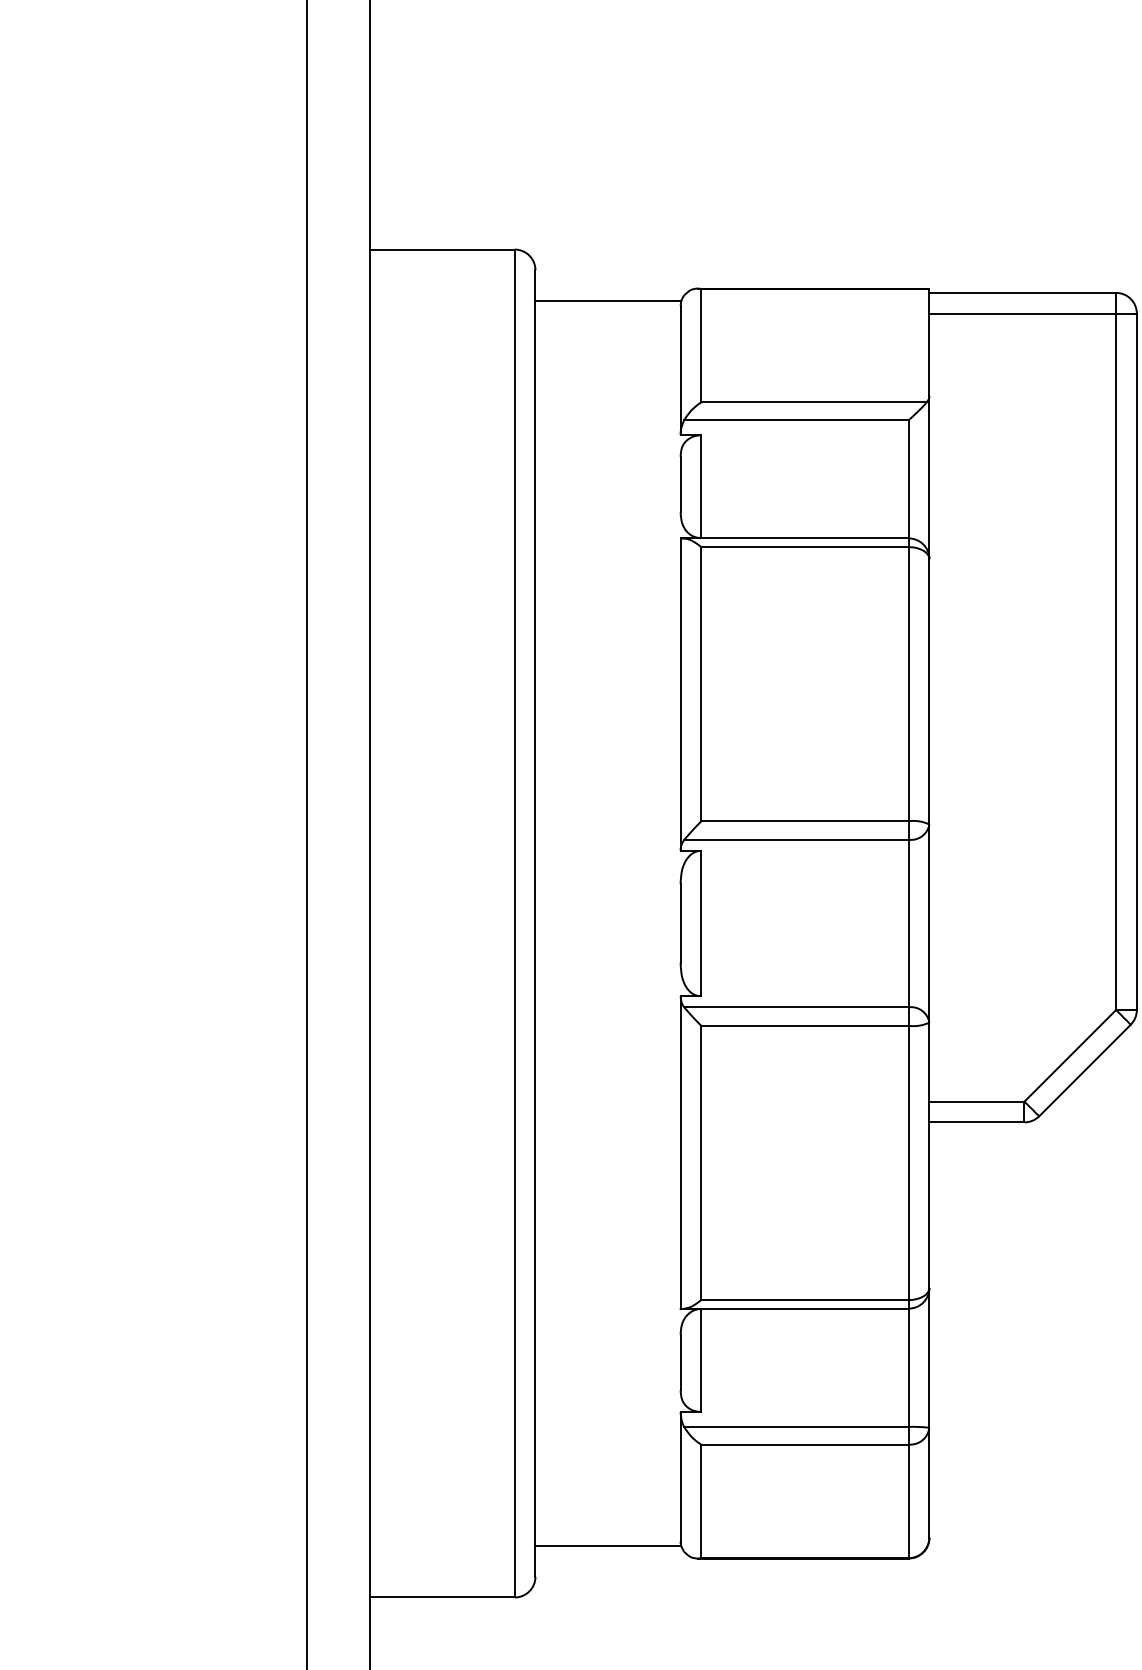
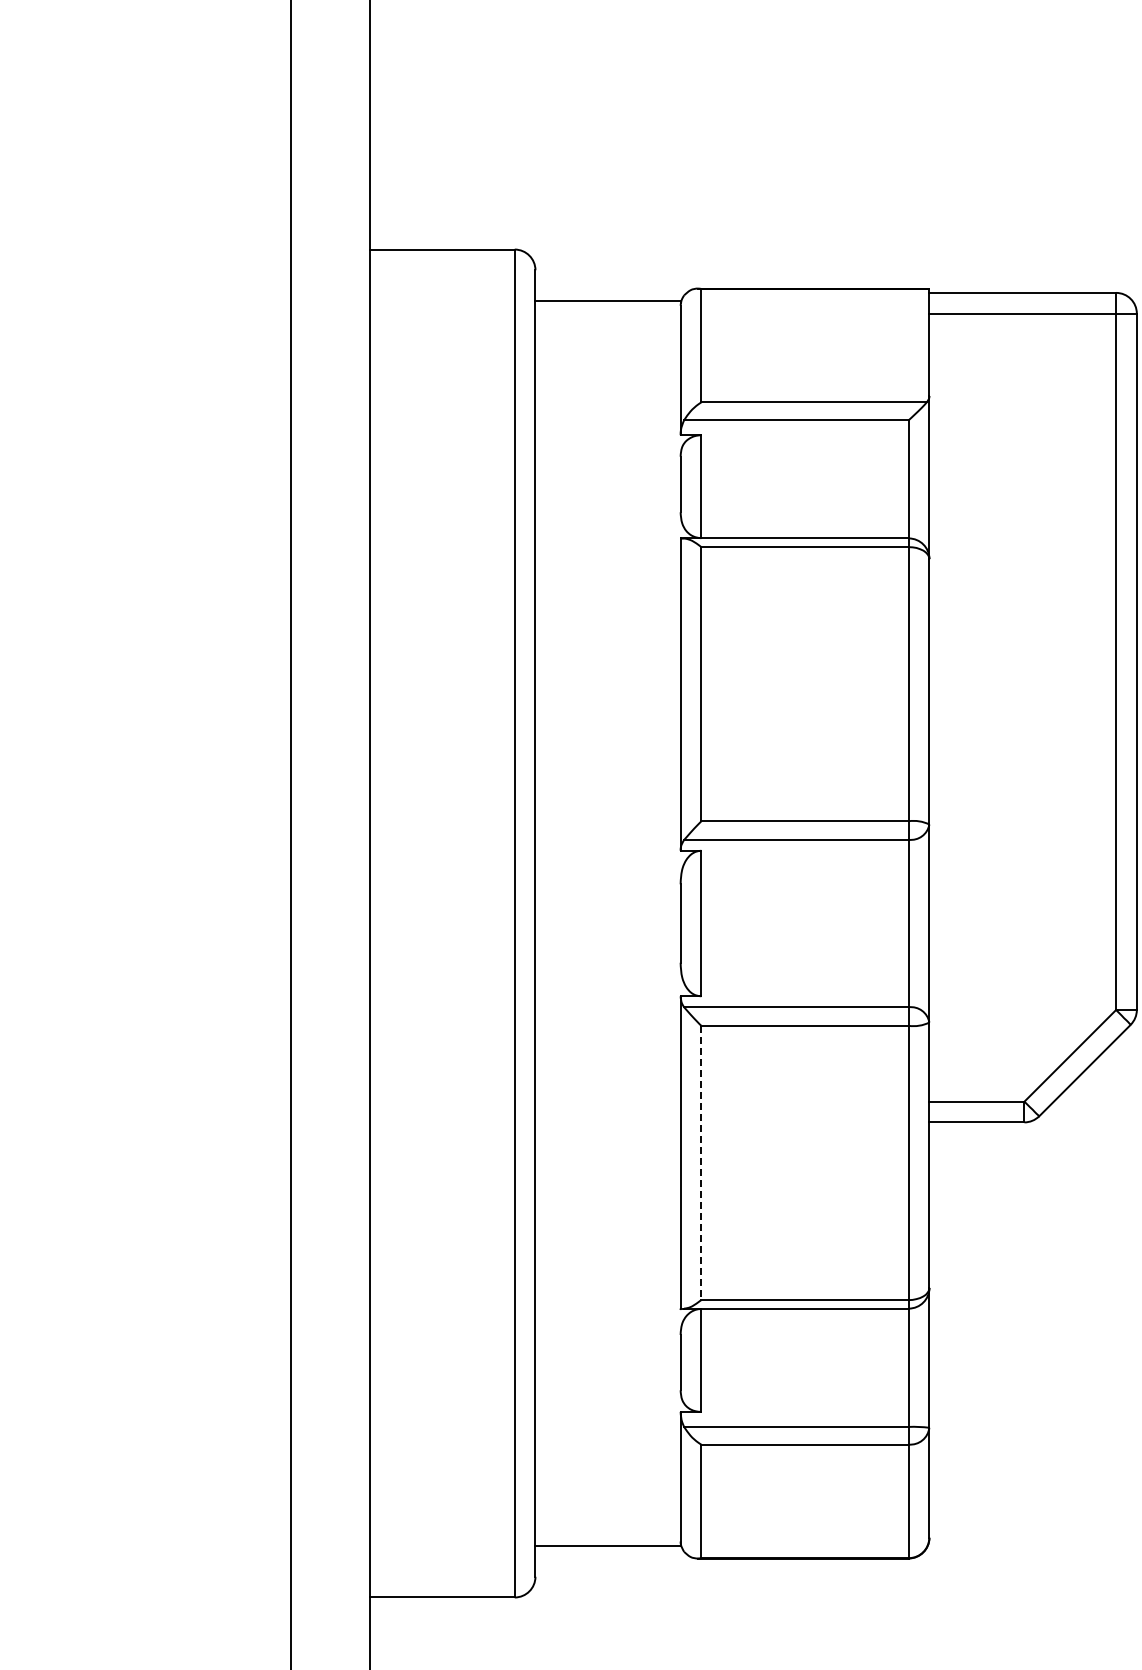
line at (307, 834) position: (307, 834) -> (291, 834)
line at (701, 1163): solid -> dashed
